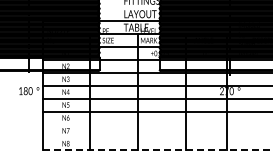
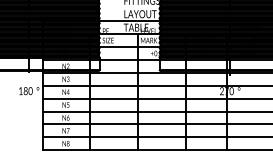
line at (155, 124): none -> present
line at (155, 137): none -> present
line at (158, 150): dashed -> solid
